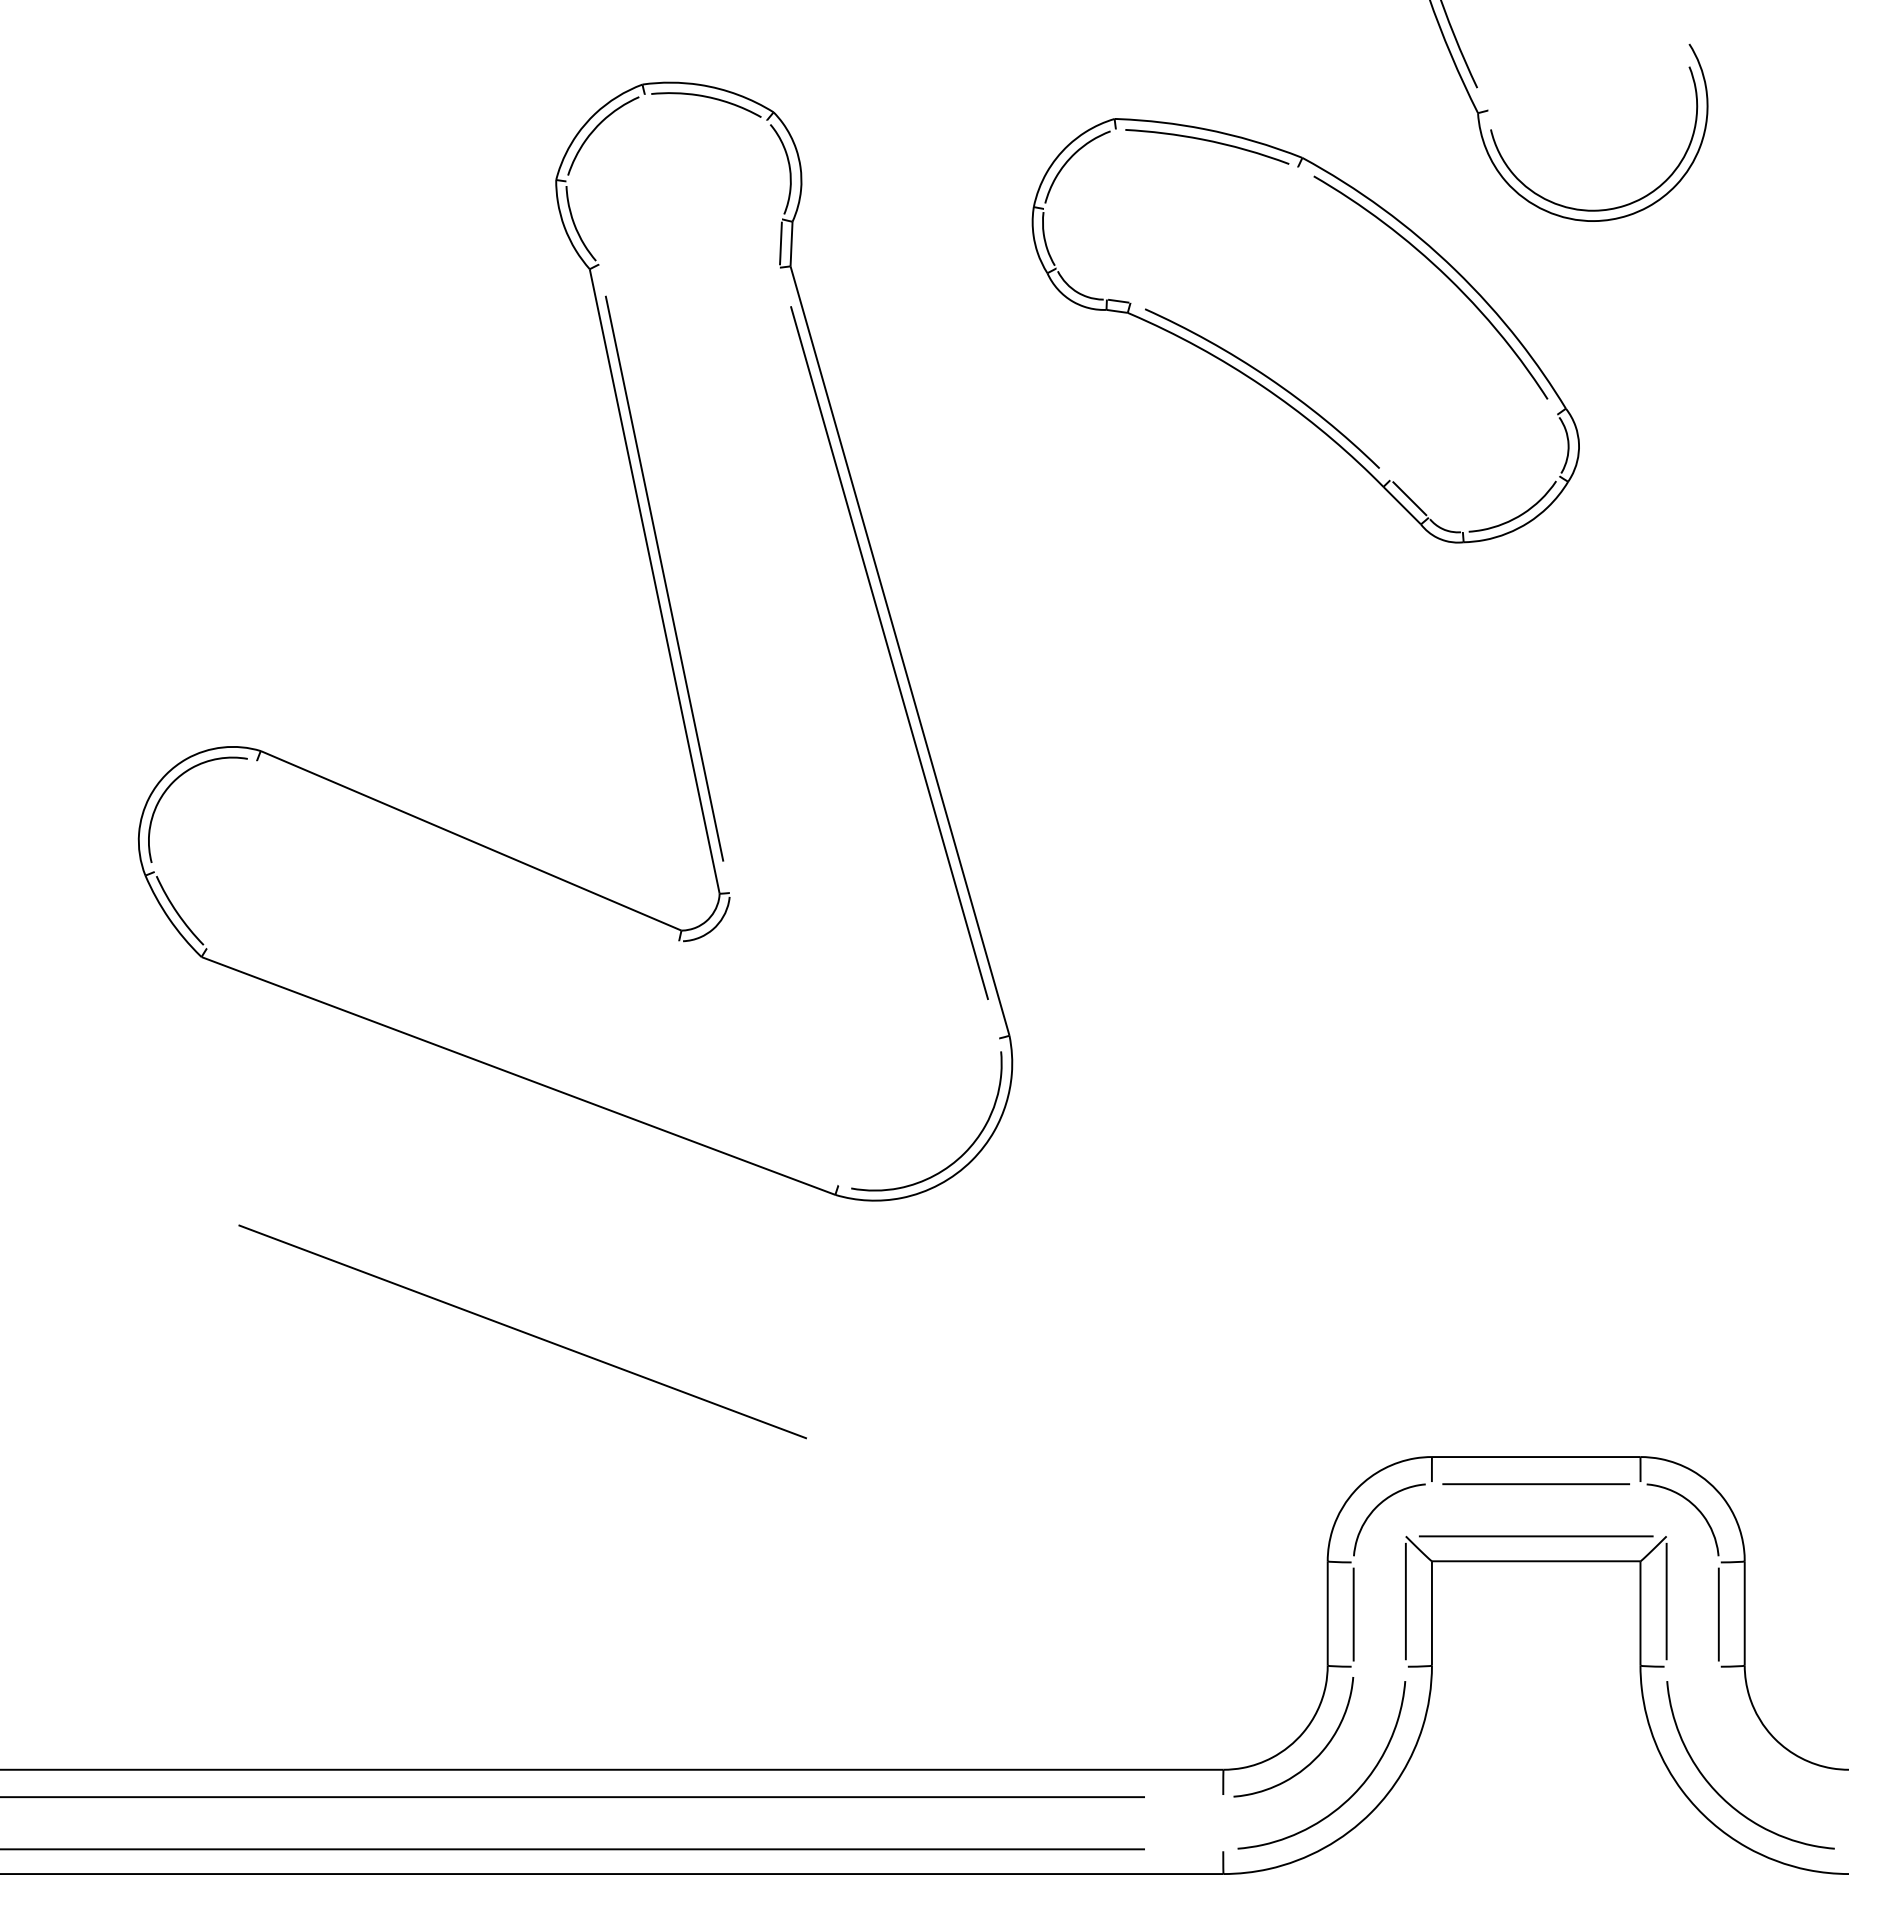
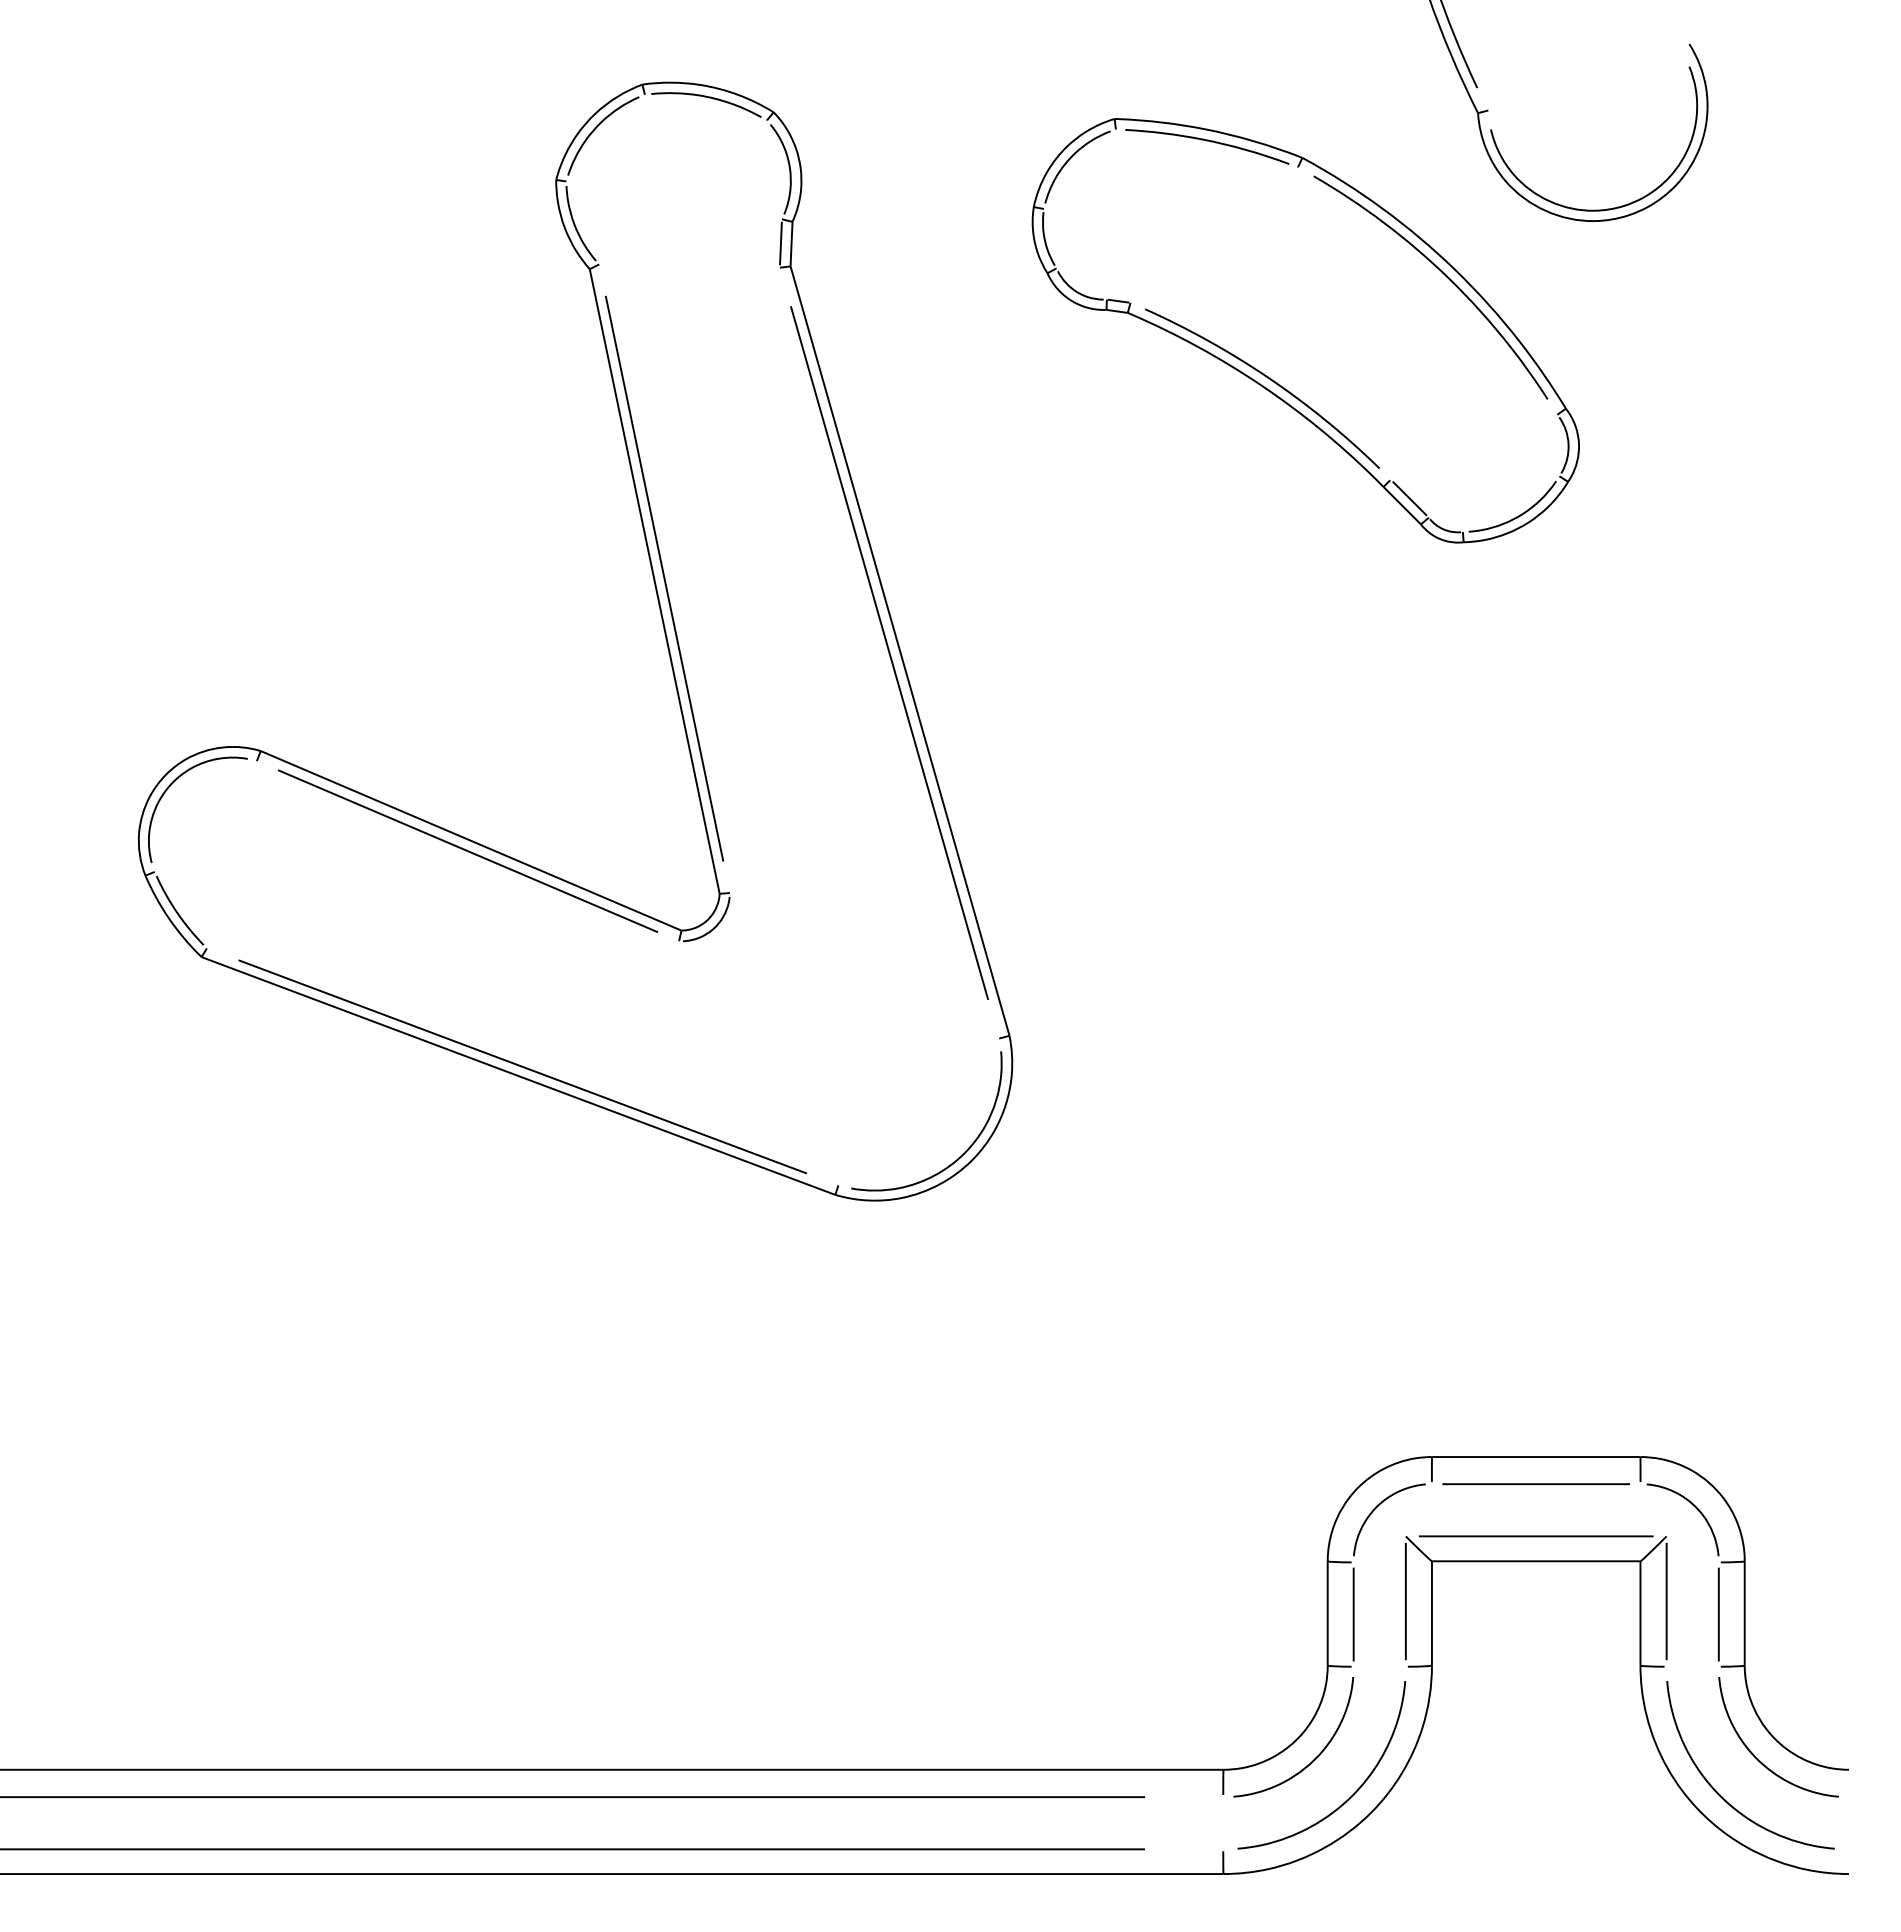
line at (468, 850): none -> present
line at (522, 1331) position: (522, 1331) -> (522, 1066)
curve at (1754, 1754): none -> present
